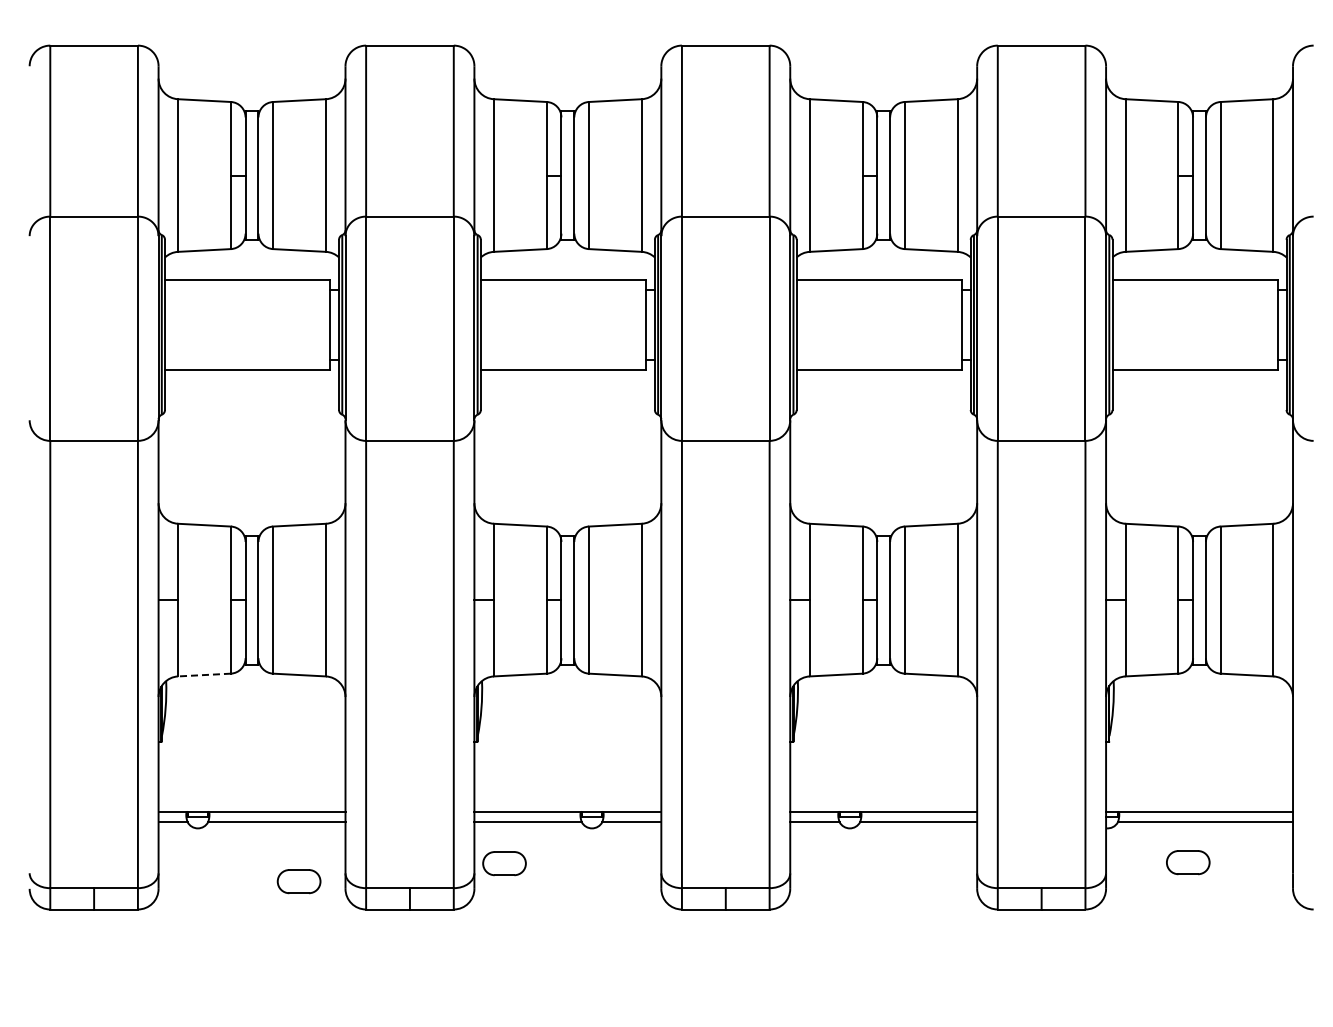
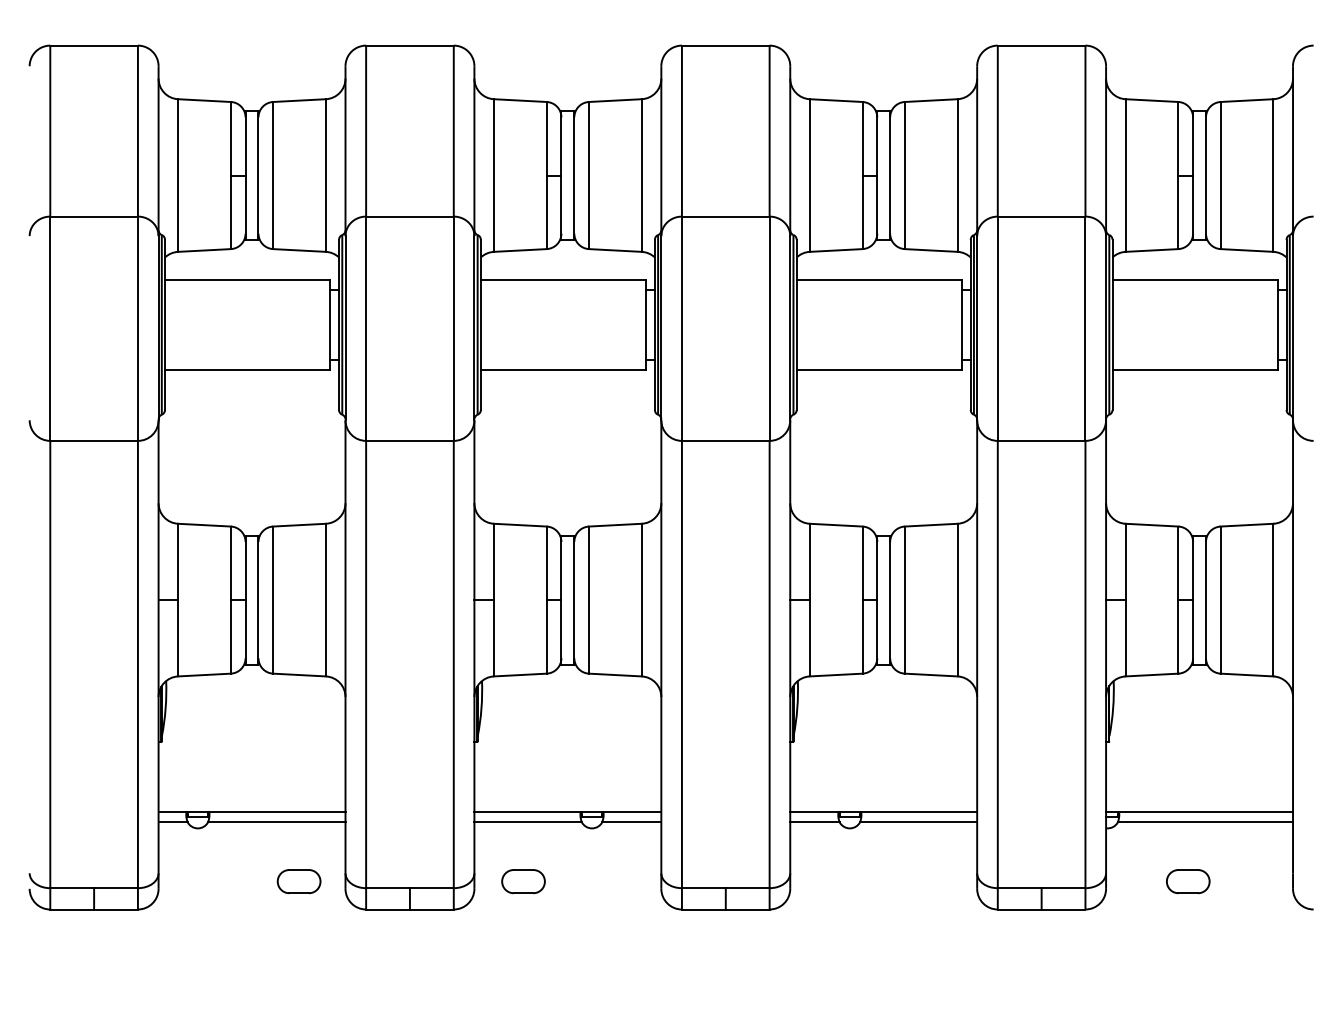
line at (204, 675): dashed -> solid
part at (1188, 862) position: (1188, 862) -> (1188, 881)
part at (504, 863) position: (504, 863) -> (523, 881)
